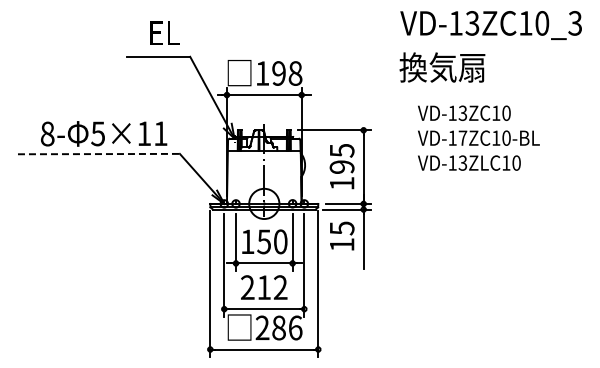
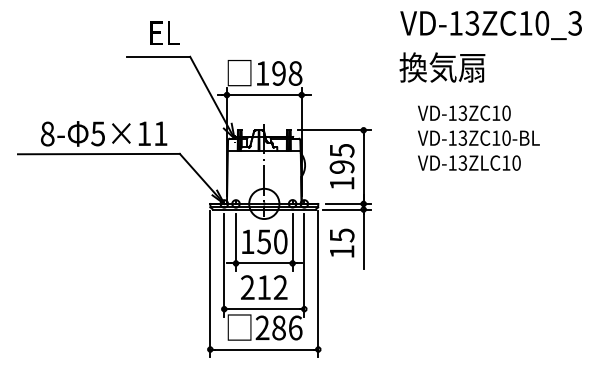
text at (462, 137): VD-17ZC10-BL -> VD-13ZC10-BL
line at (98, 154): dashed -> solid
text at (342, 235) position: (342, 235) -> (342, 242)
